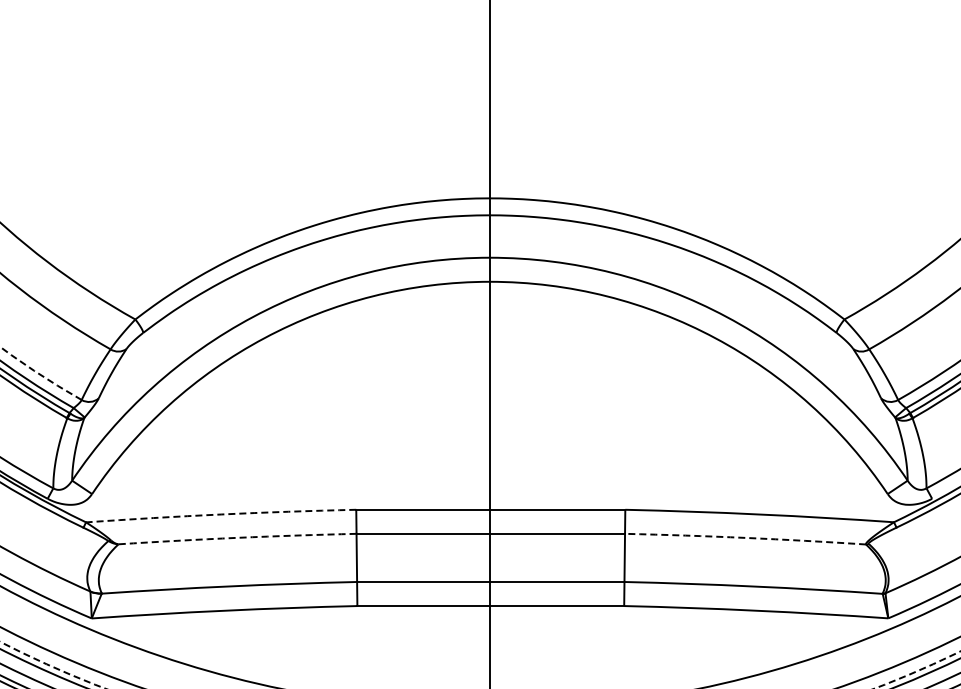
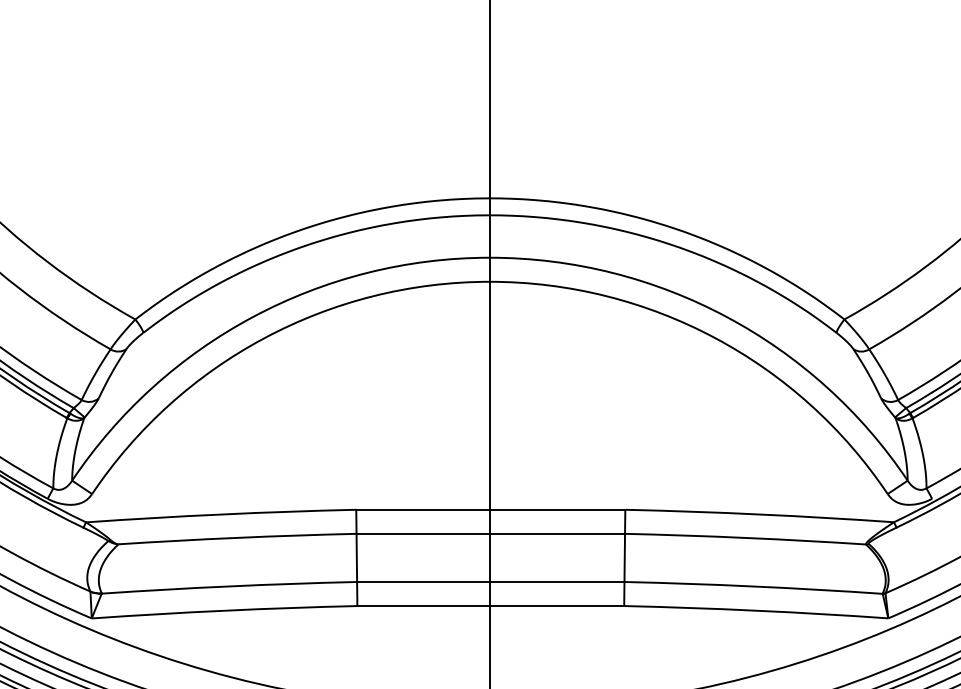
arc at (40, 374): dashed -> solid
arc at (221, 514): dashed -> solid
arc at (237, 537): dashed -> solid
arc at (745, 537): dashed -> solid
circle at (480, 665): dashed -> solid
